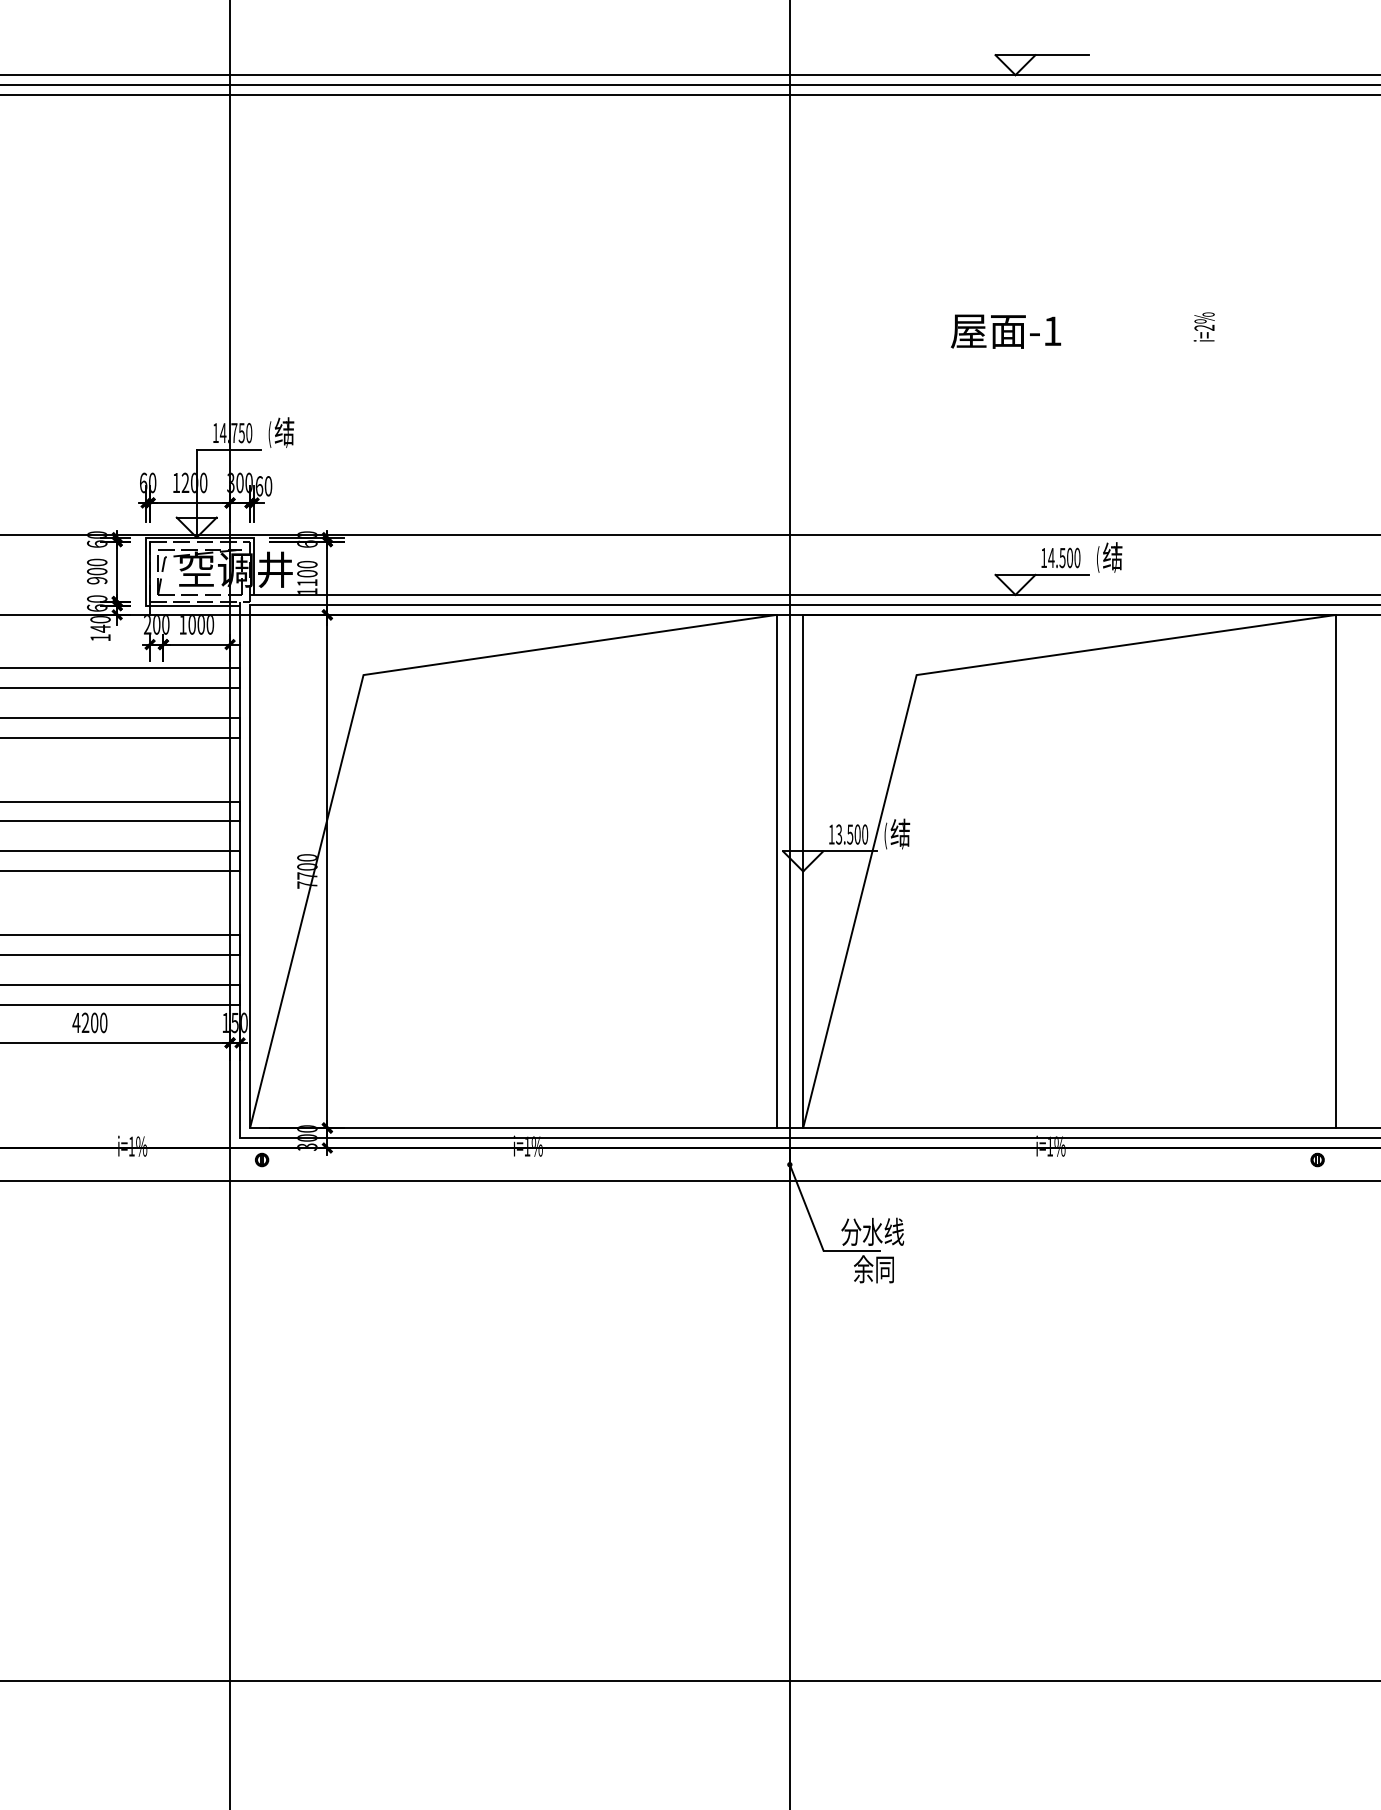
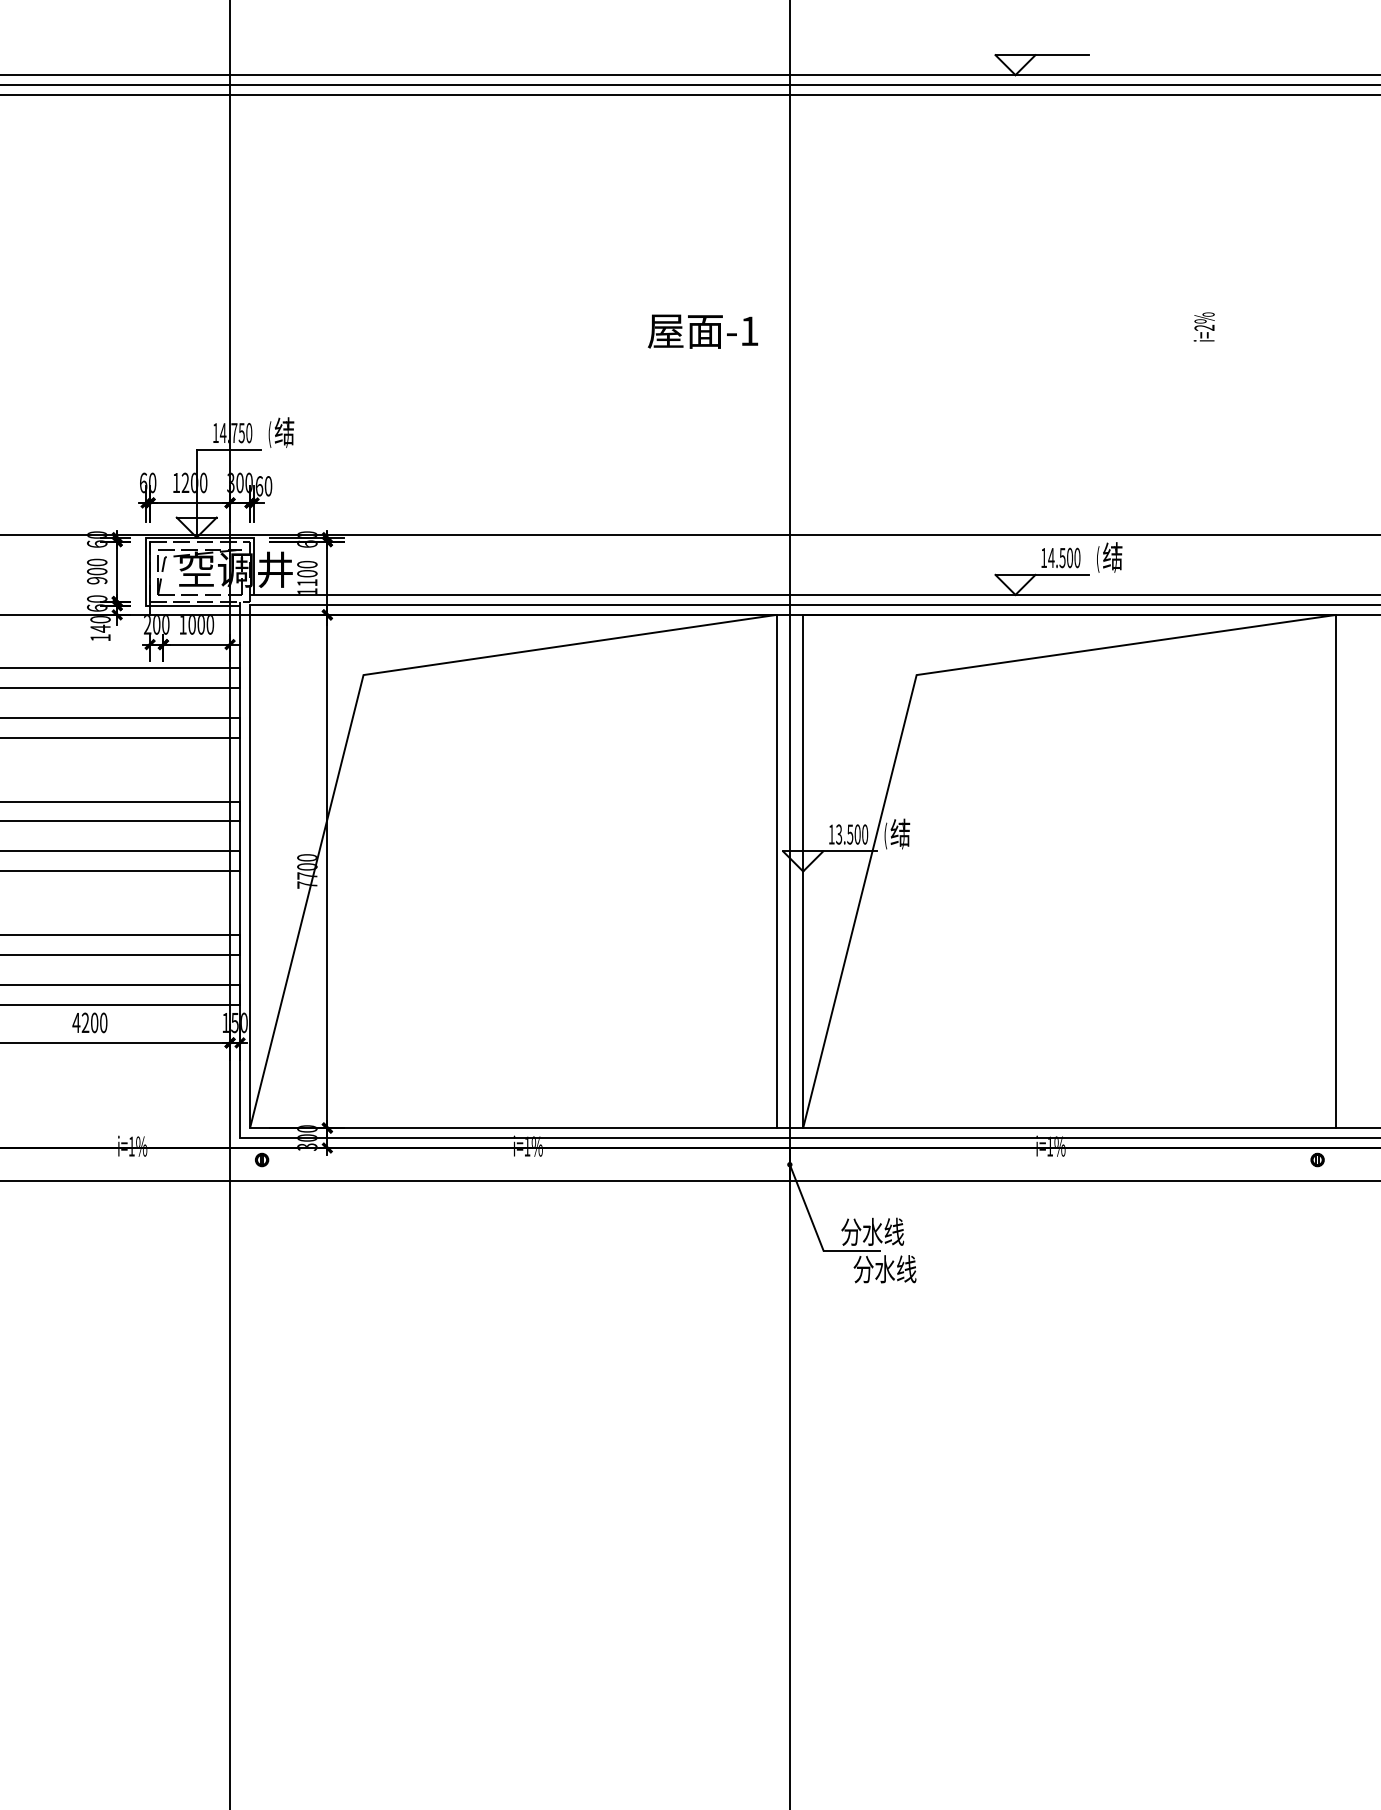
text at (1005, 331) position: (1005, 331) -> (702, 331)
text at (884, 1269): 余同 -> 分水线
line at (689, 1681): present -> none
